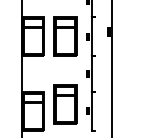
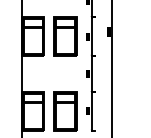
part at (65, 104) position: (65, 104) -> (65, 111)
